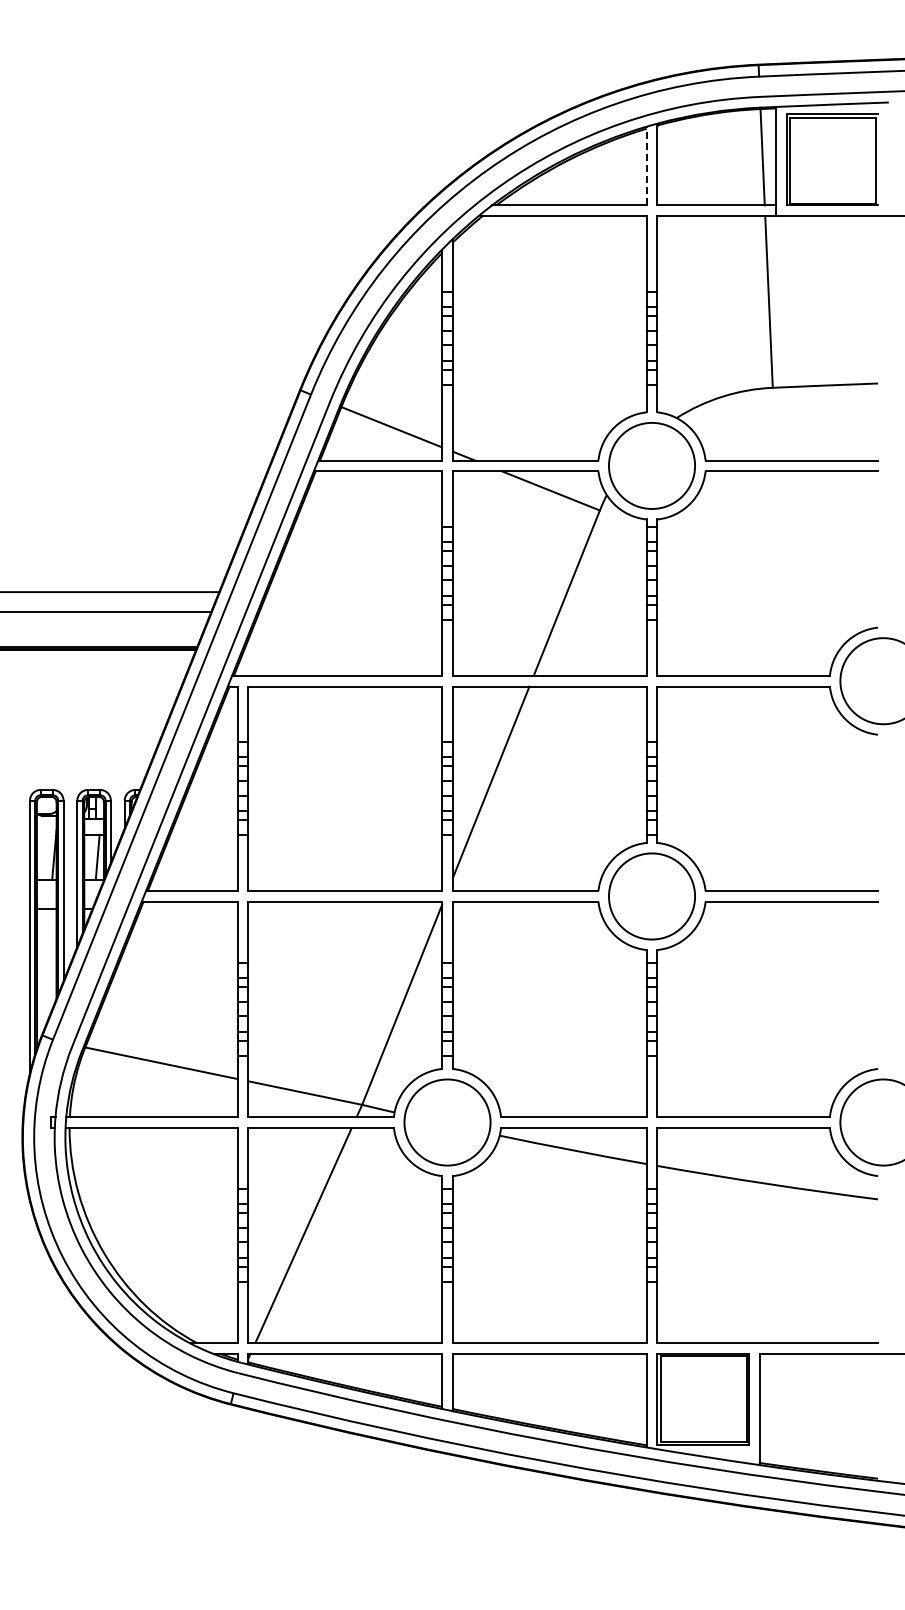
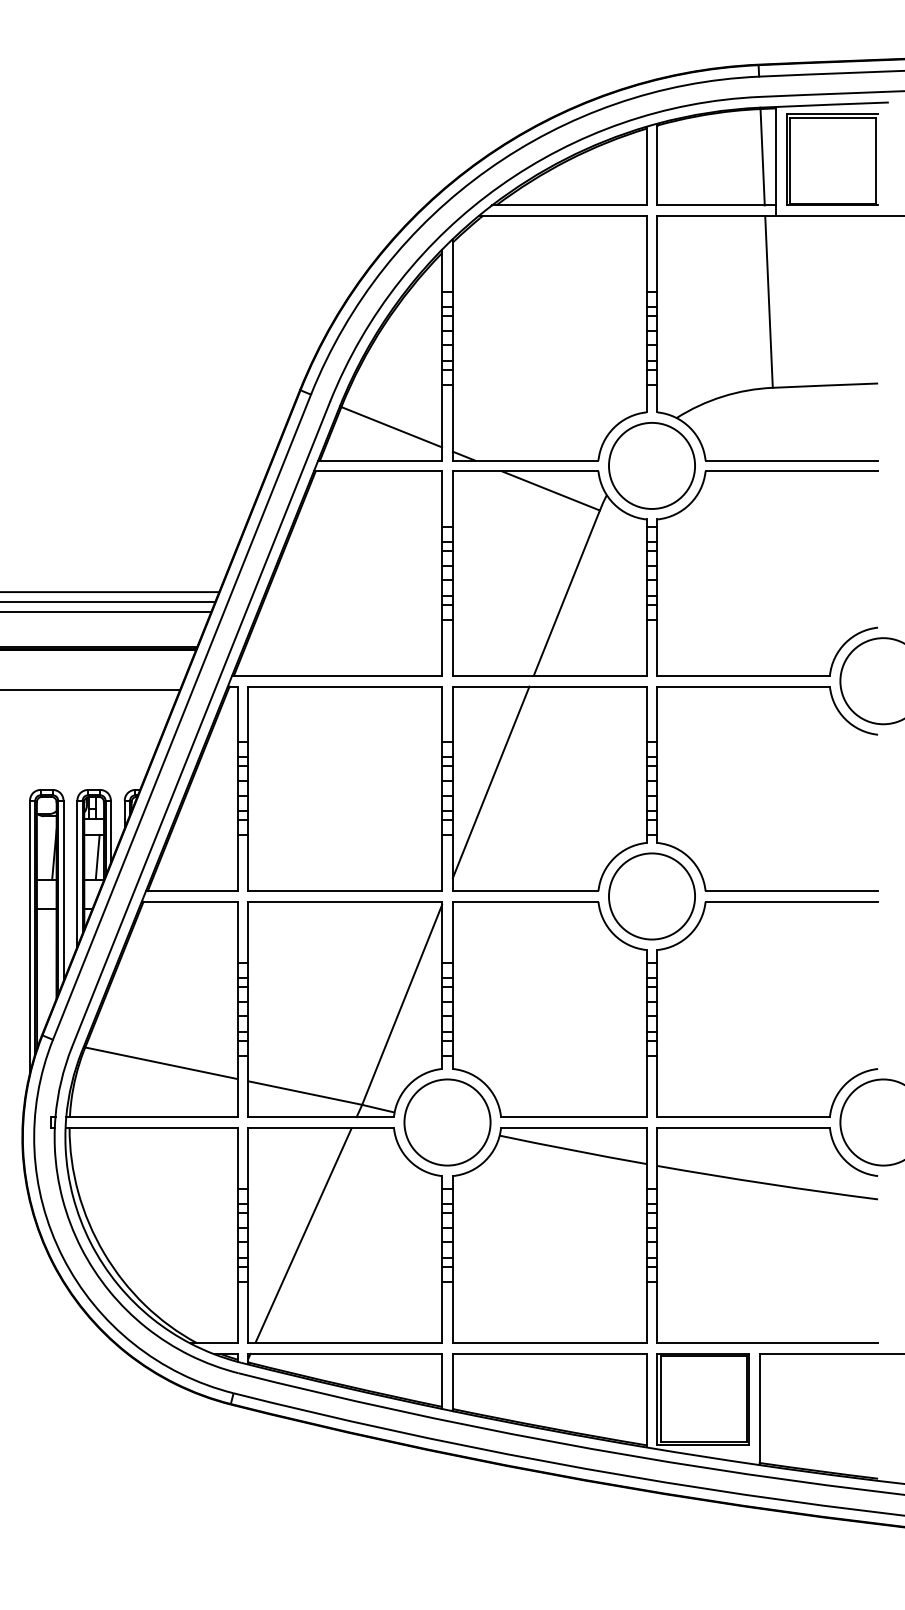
line at (646, 165): dashed -> solid
line at (108, 602): none -> present
line at (91, 689): none -> present
